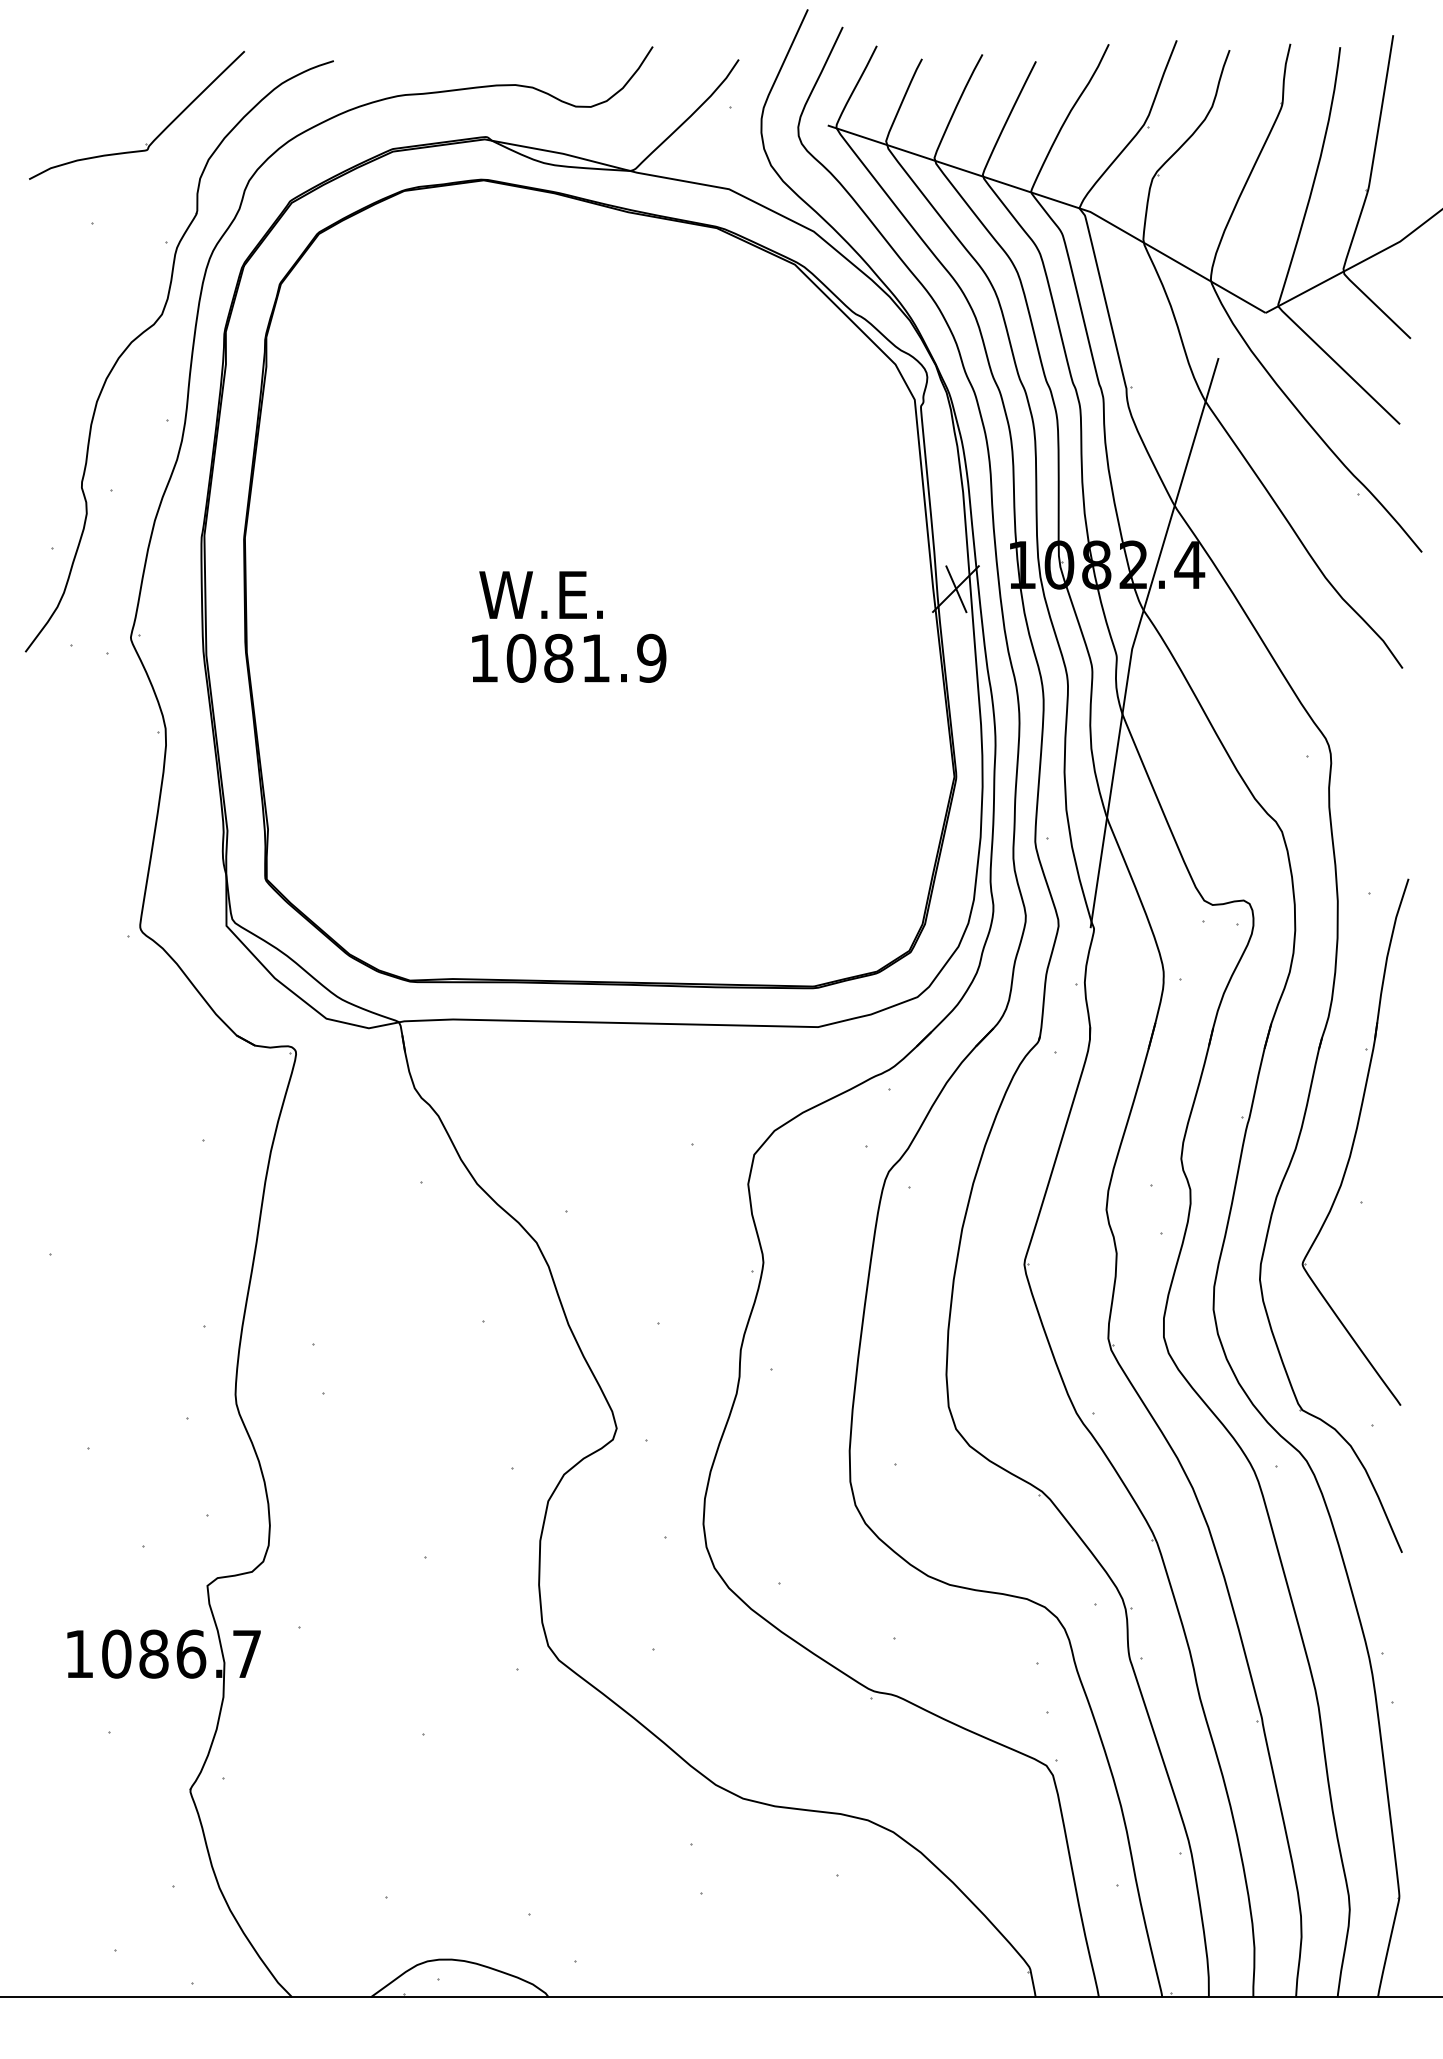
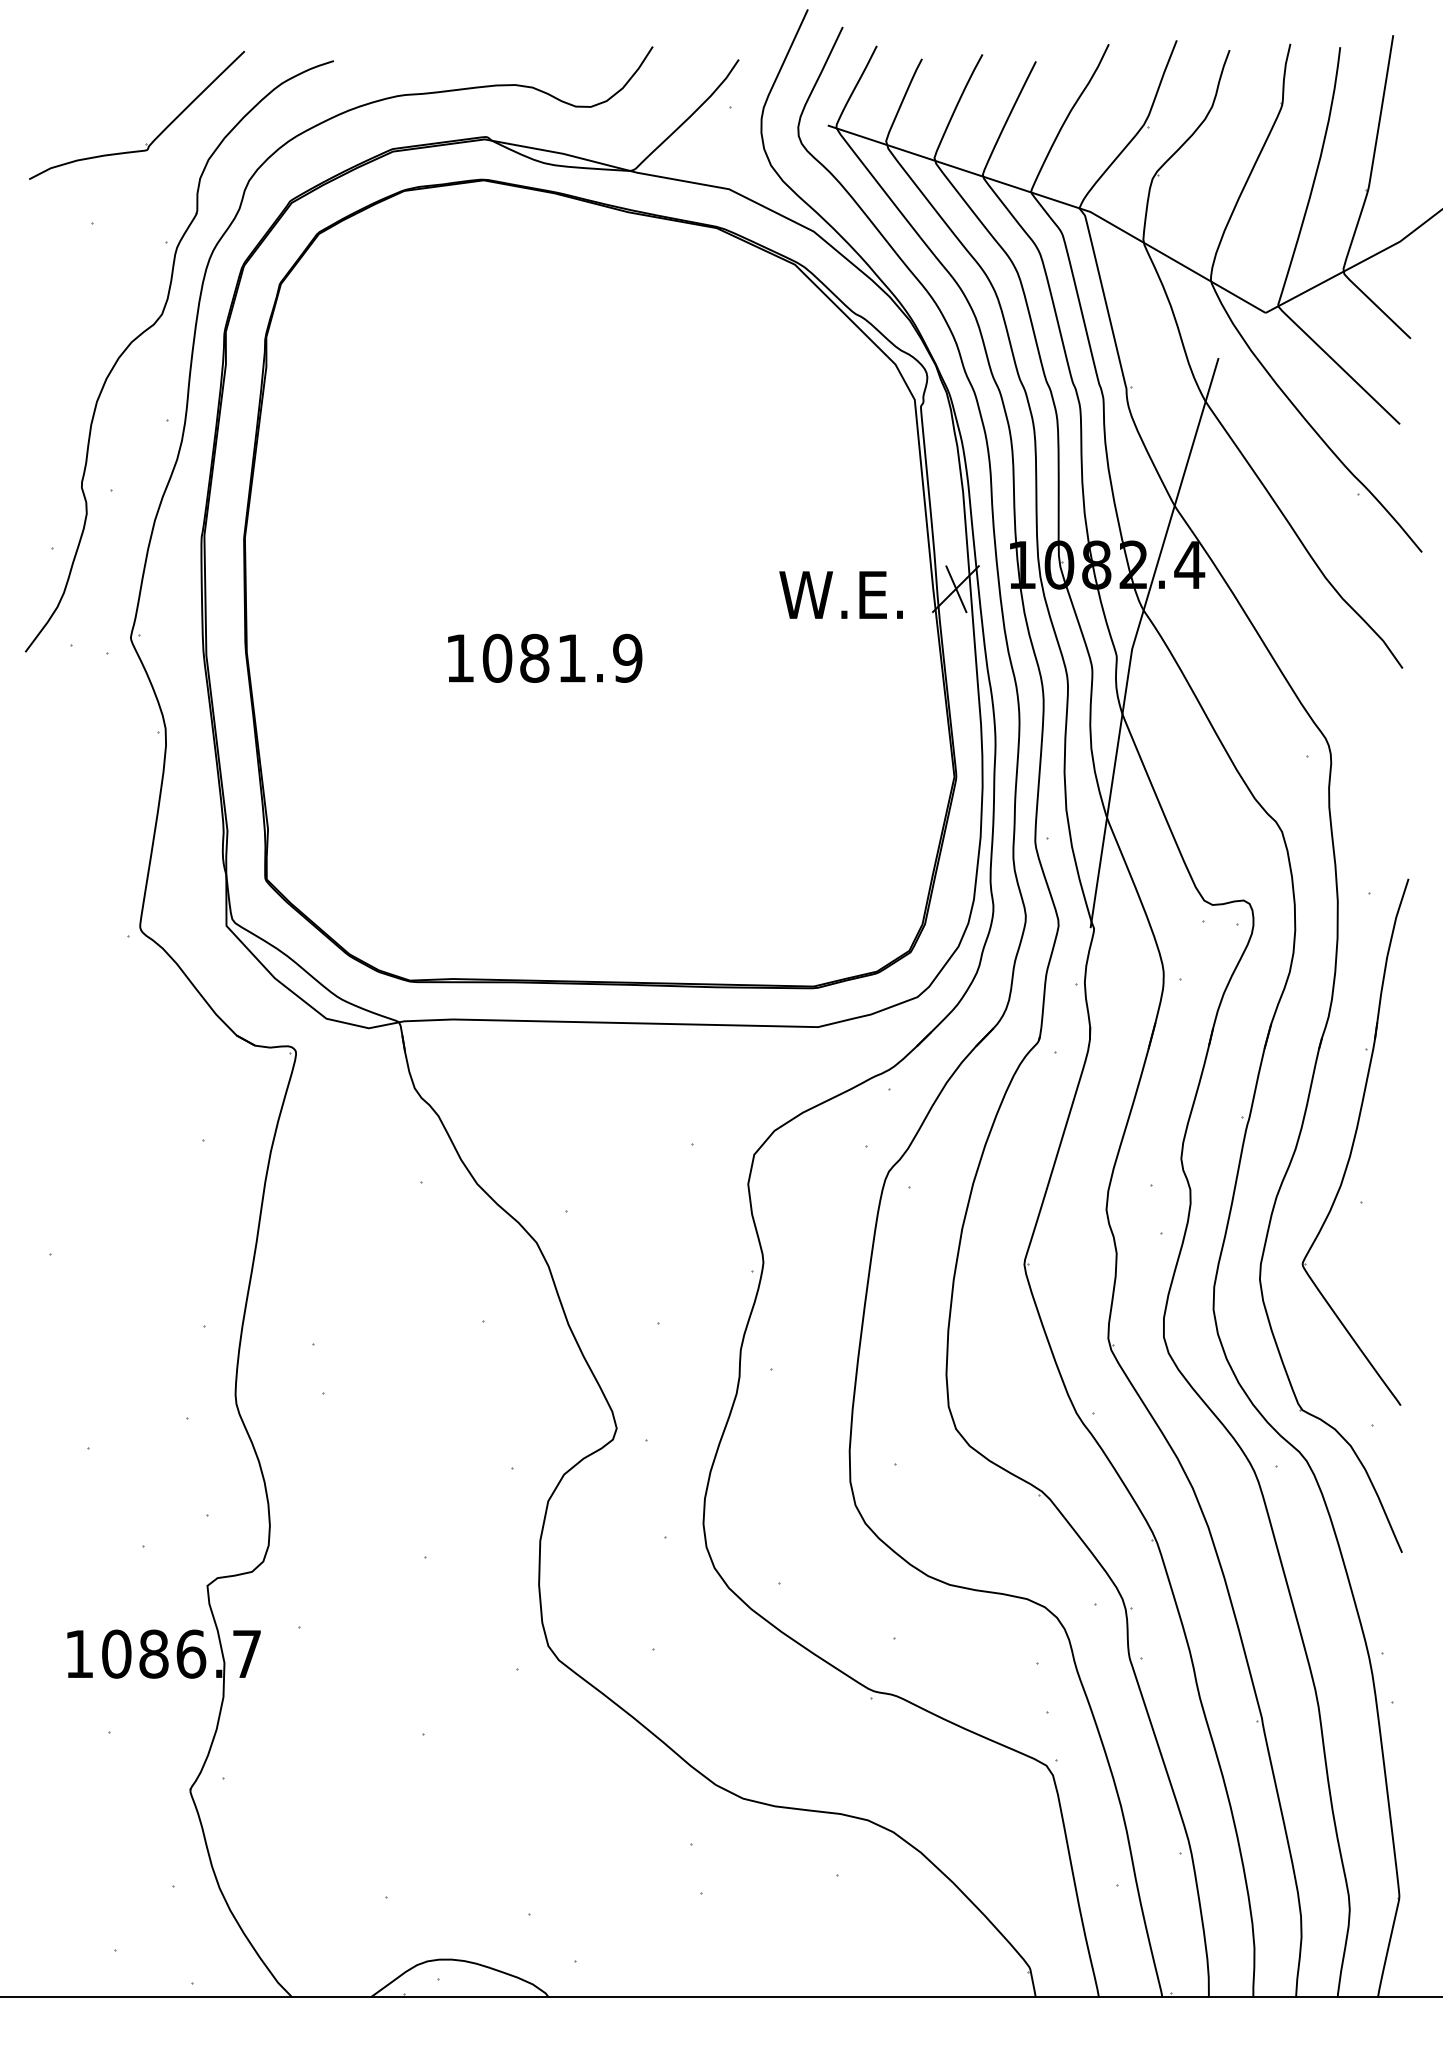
text at (540, 594) position: (540, 594) -> (840, 594)
text at (569, 657) position: (569, 657) -> (545, 657)
